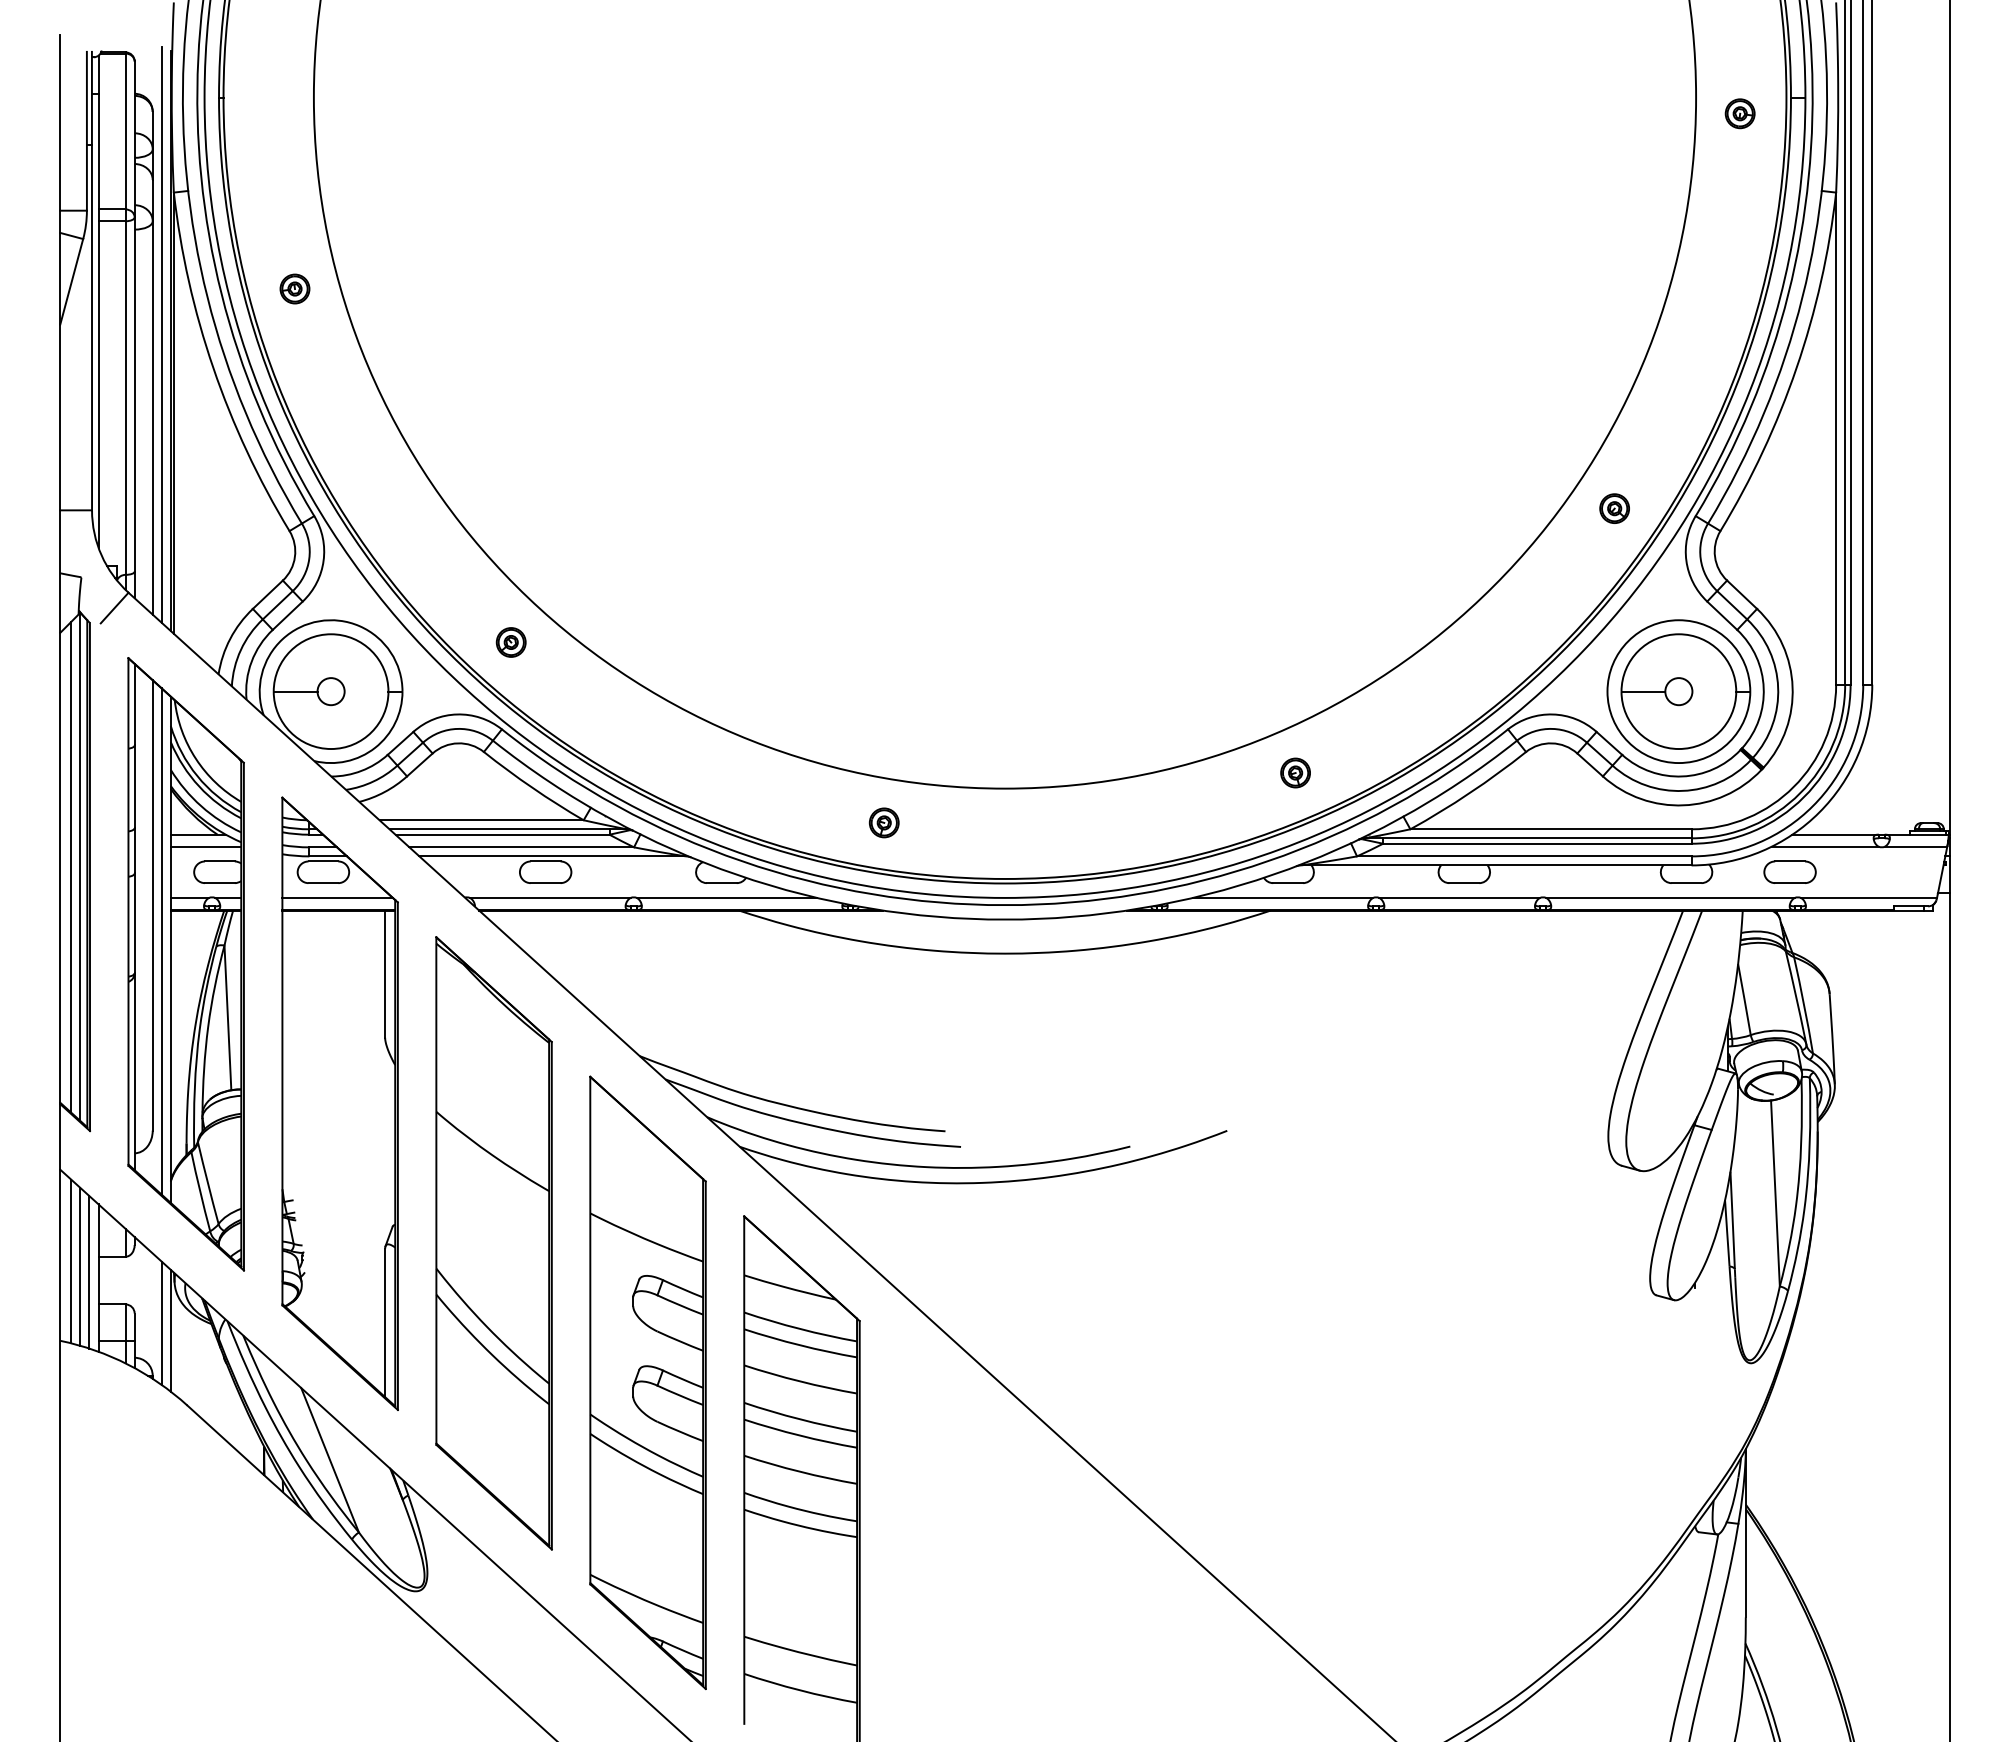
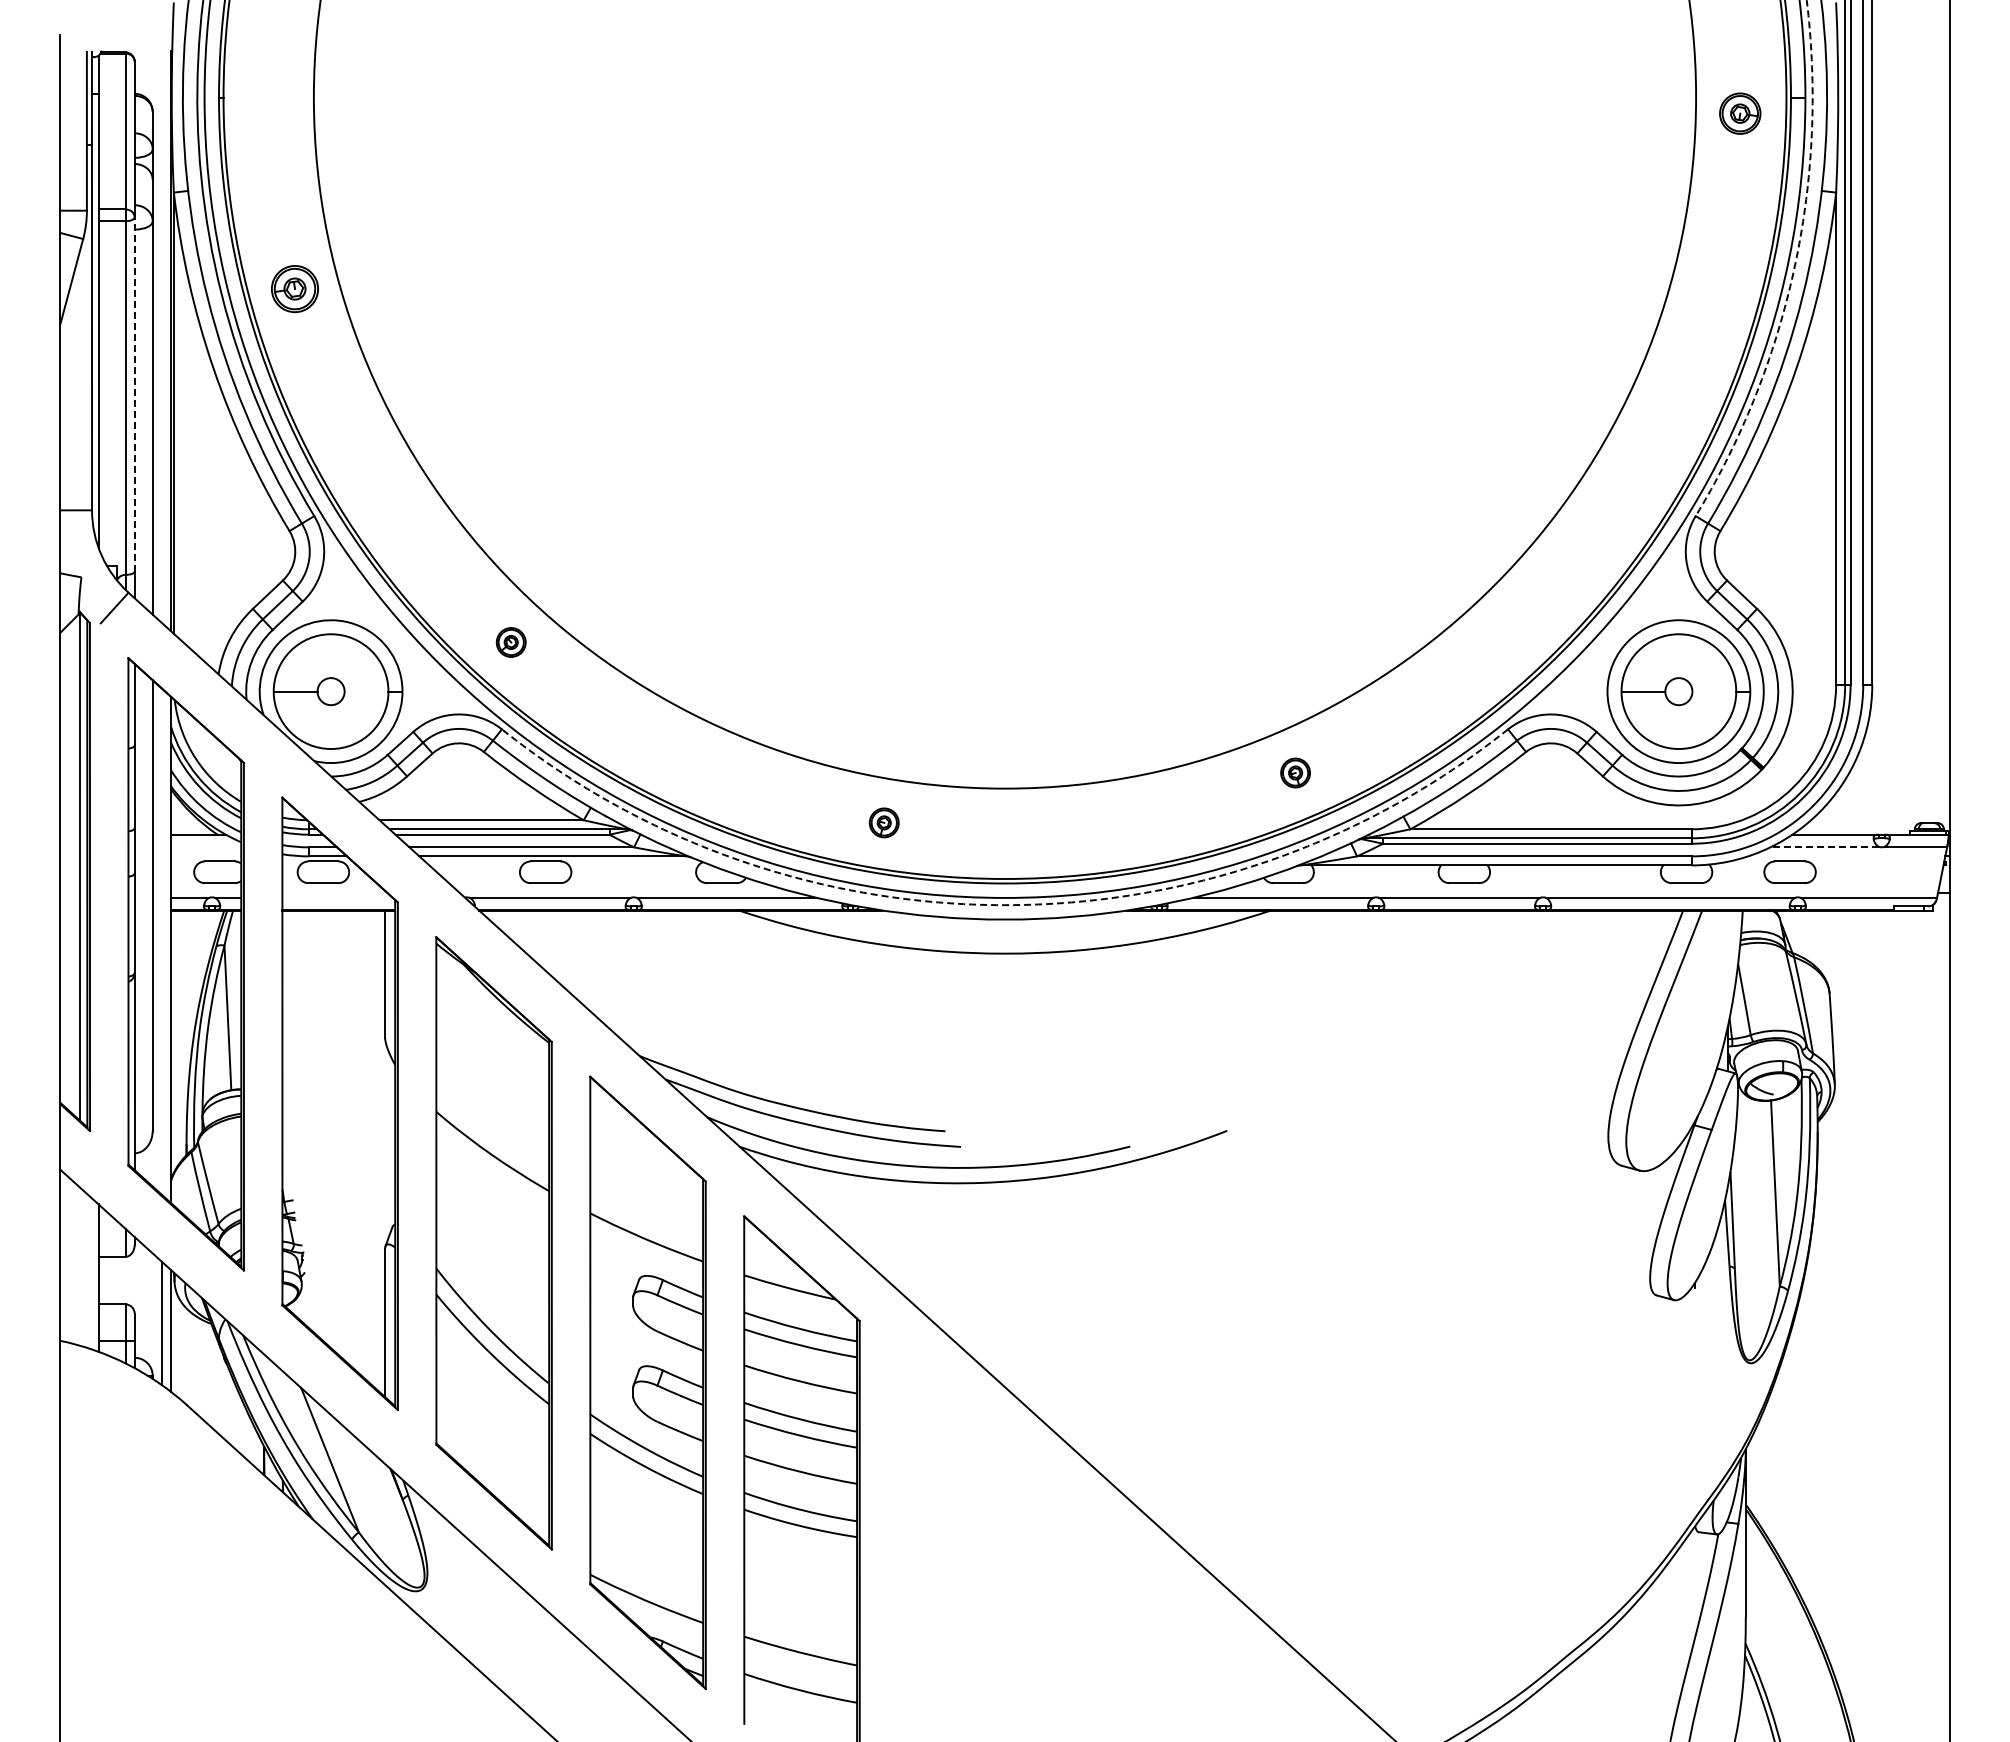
part at (1739, 113) size: 32x32 px -> 43x43 px
arc at (1794, 269): solid -> dashed
part at (294, 288) size: 32x32 px -> 48x49 px
line at (161, 334): present -> none
line at (134, 393): solid -> dashed
part at (1614, 508): present -> none
line at (205, 846): present -> none
line at (1825, 846): solid -> dashed
line at (71, 866): present -> none
line at (337, 897): present -> none
arc at (1005, 905): solid -> dashed
line at (161, 941): present -> none
line at (71, 1261): present -> none
line at (80, 1266): present -> none
line at (89, 1272): present -> none
